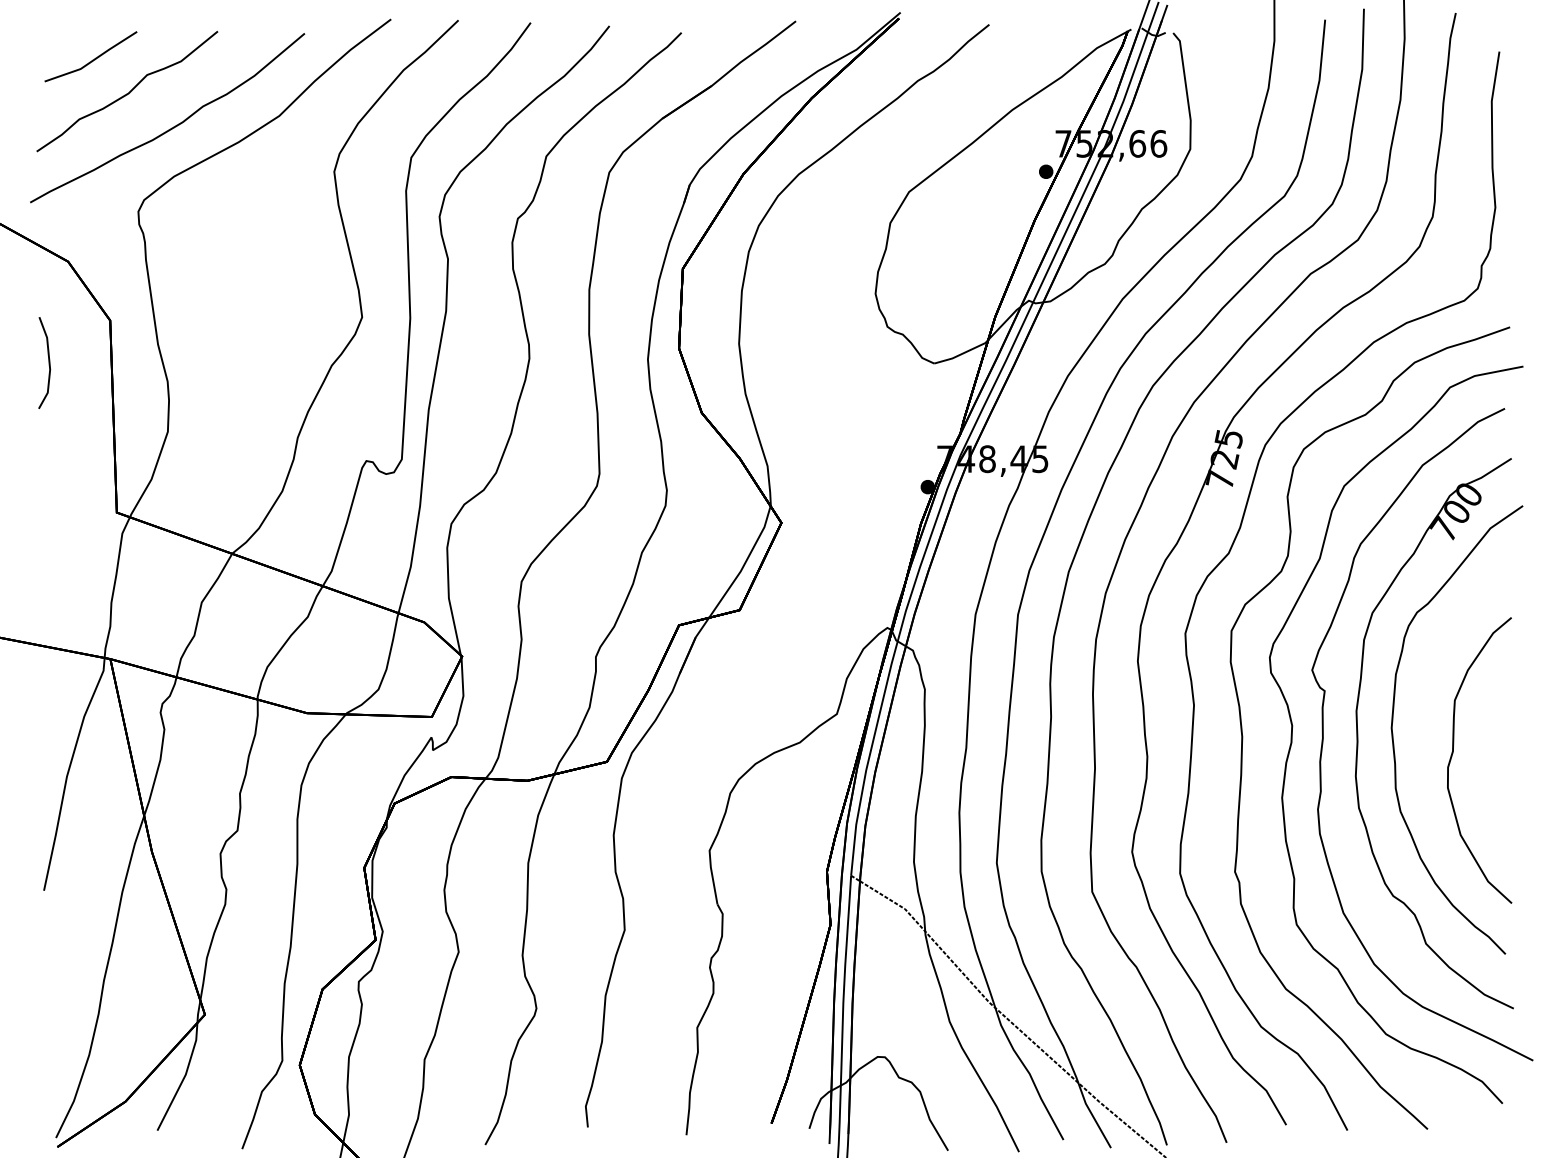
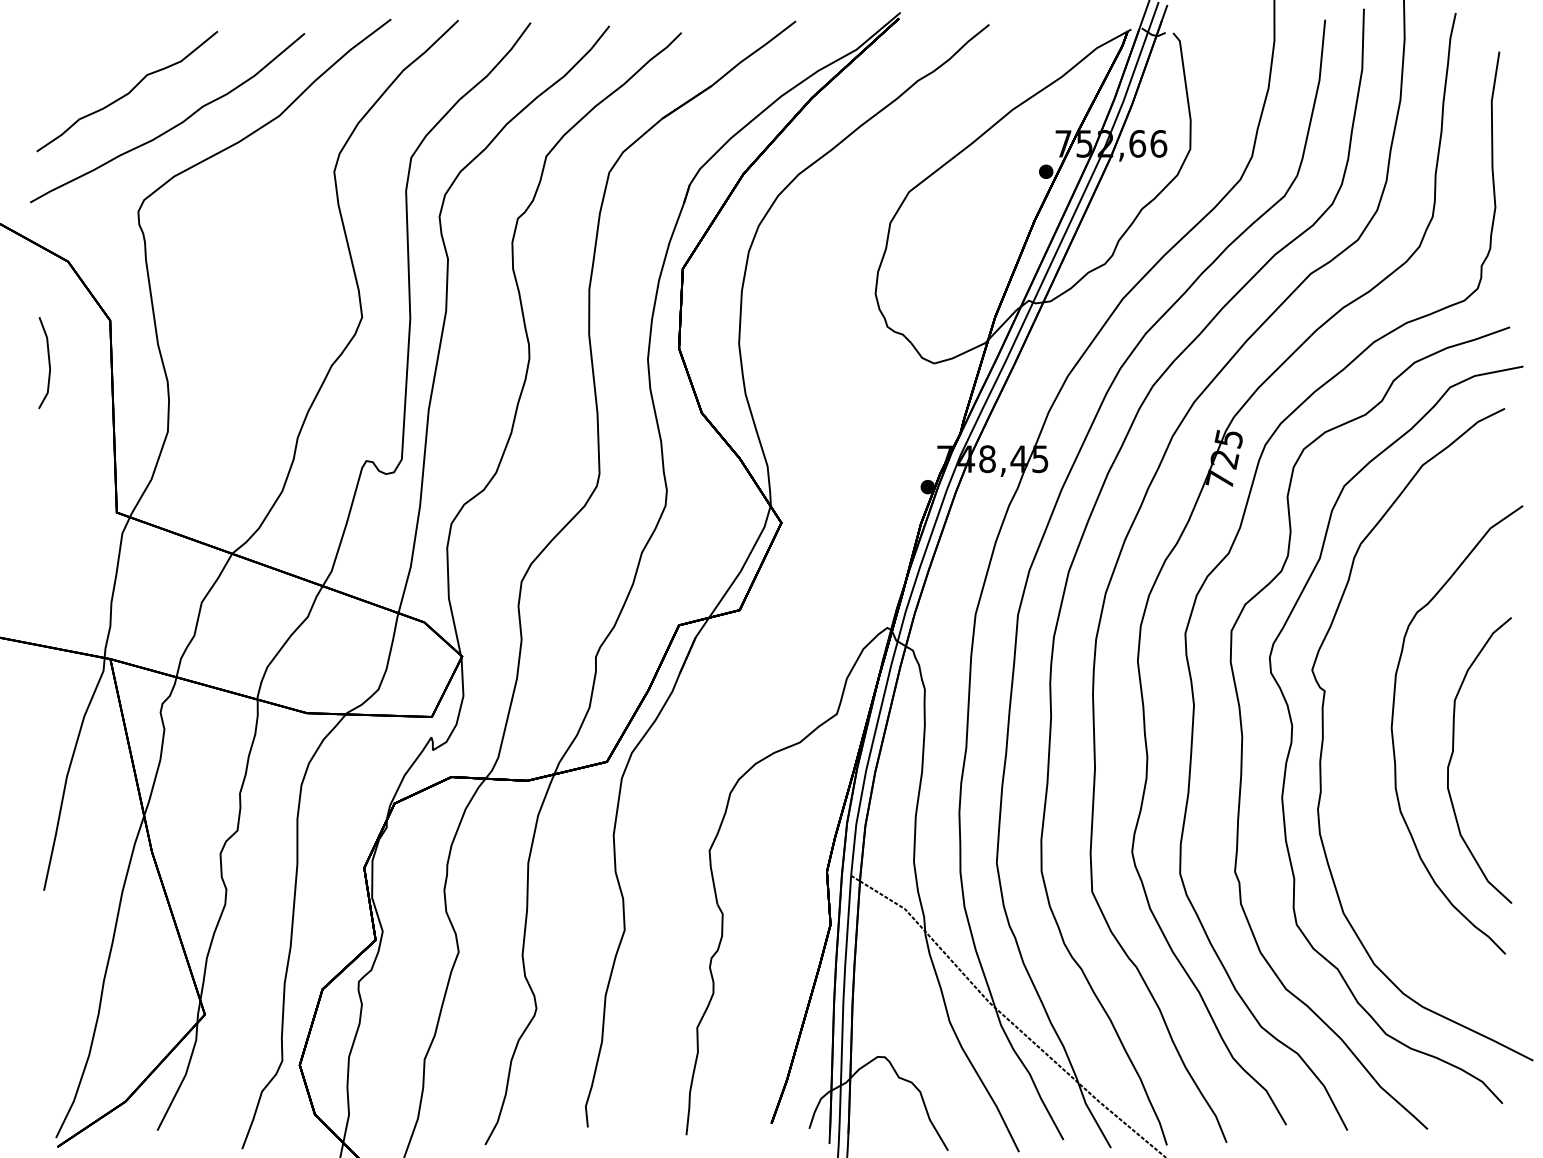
part at (90, 56): present -> none
part at (1358, 733): present -> none
